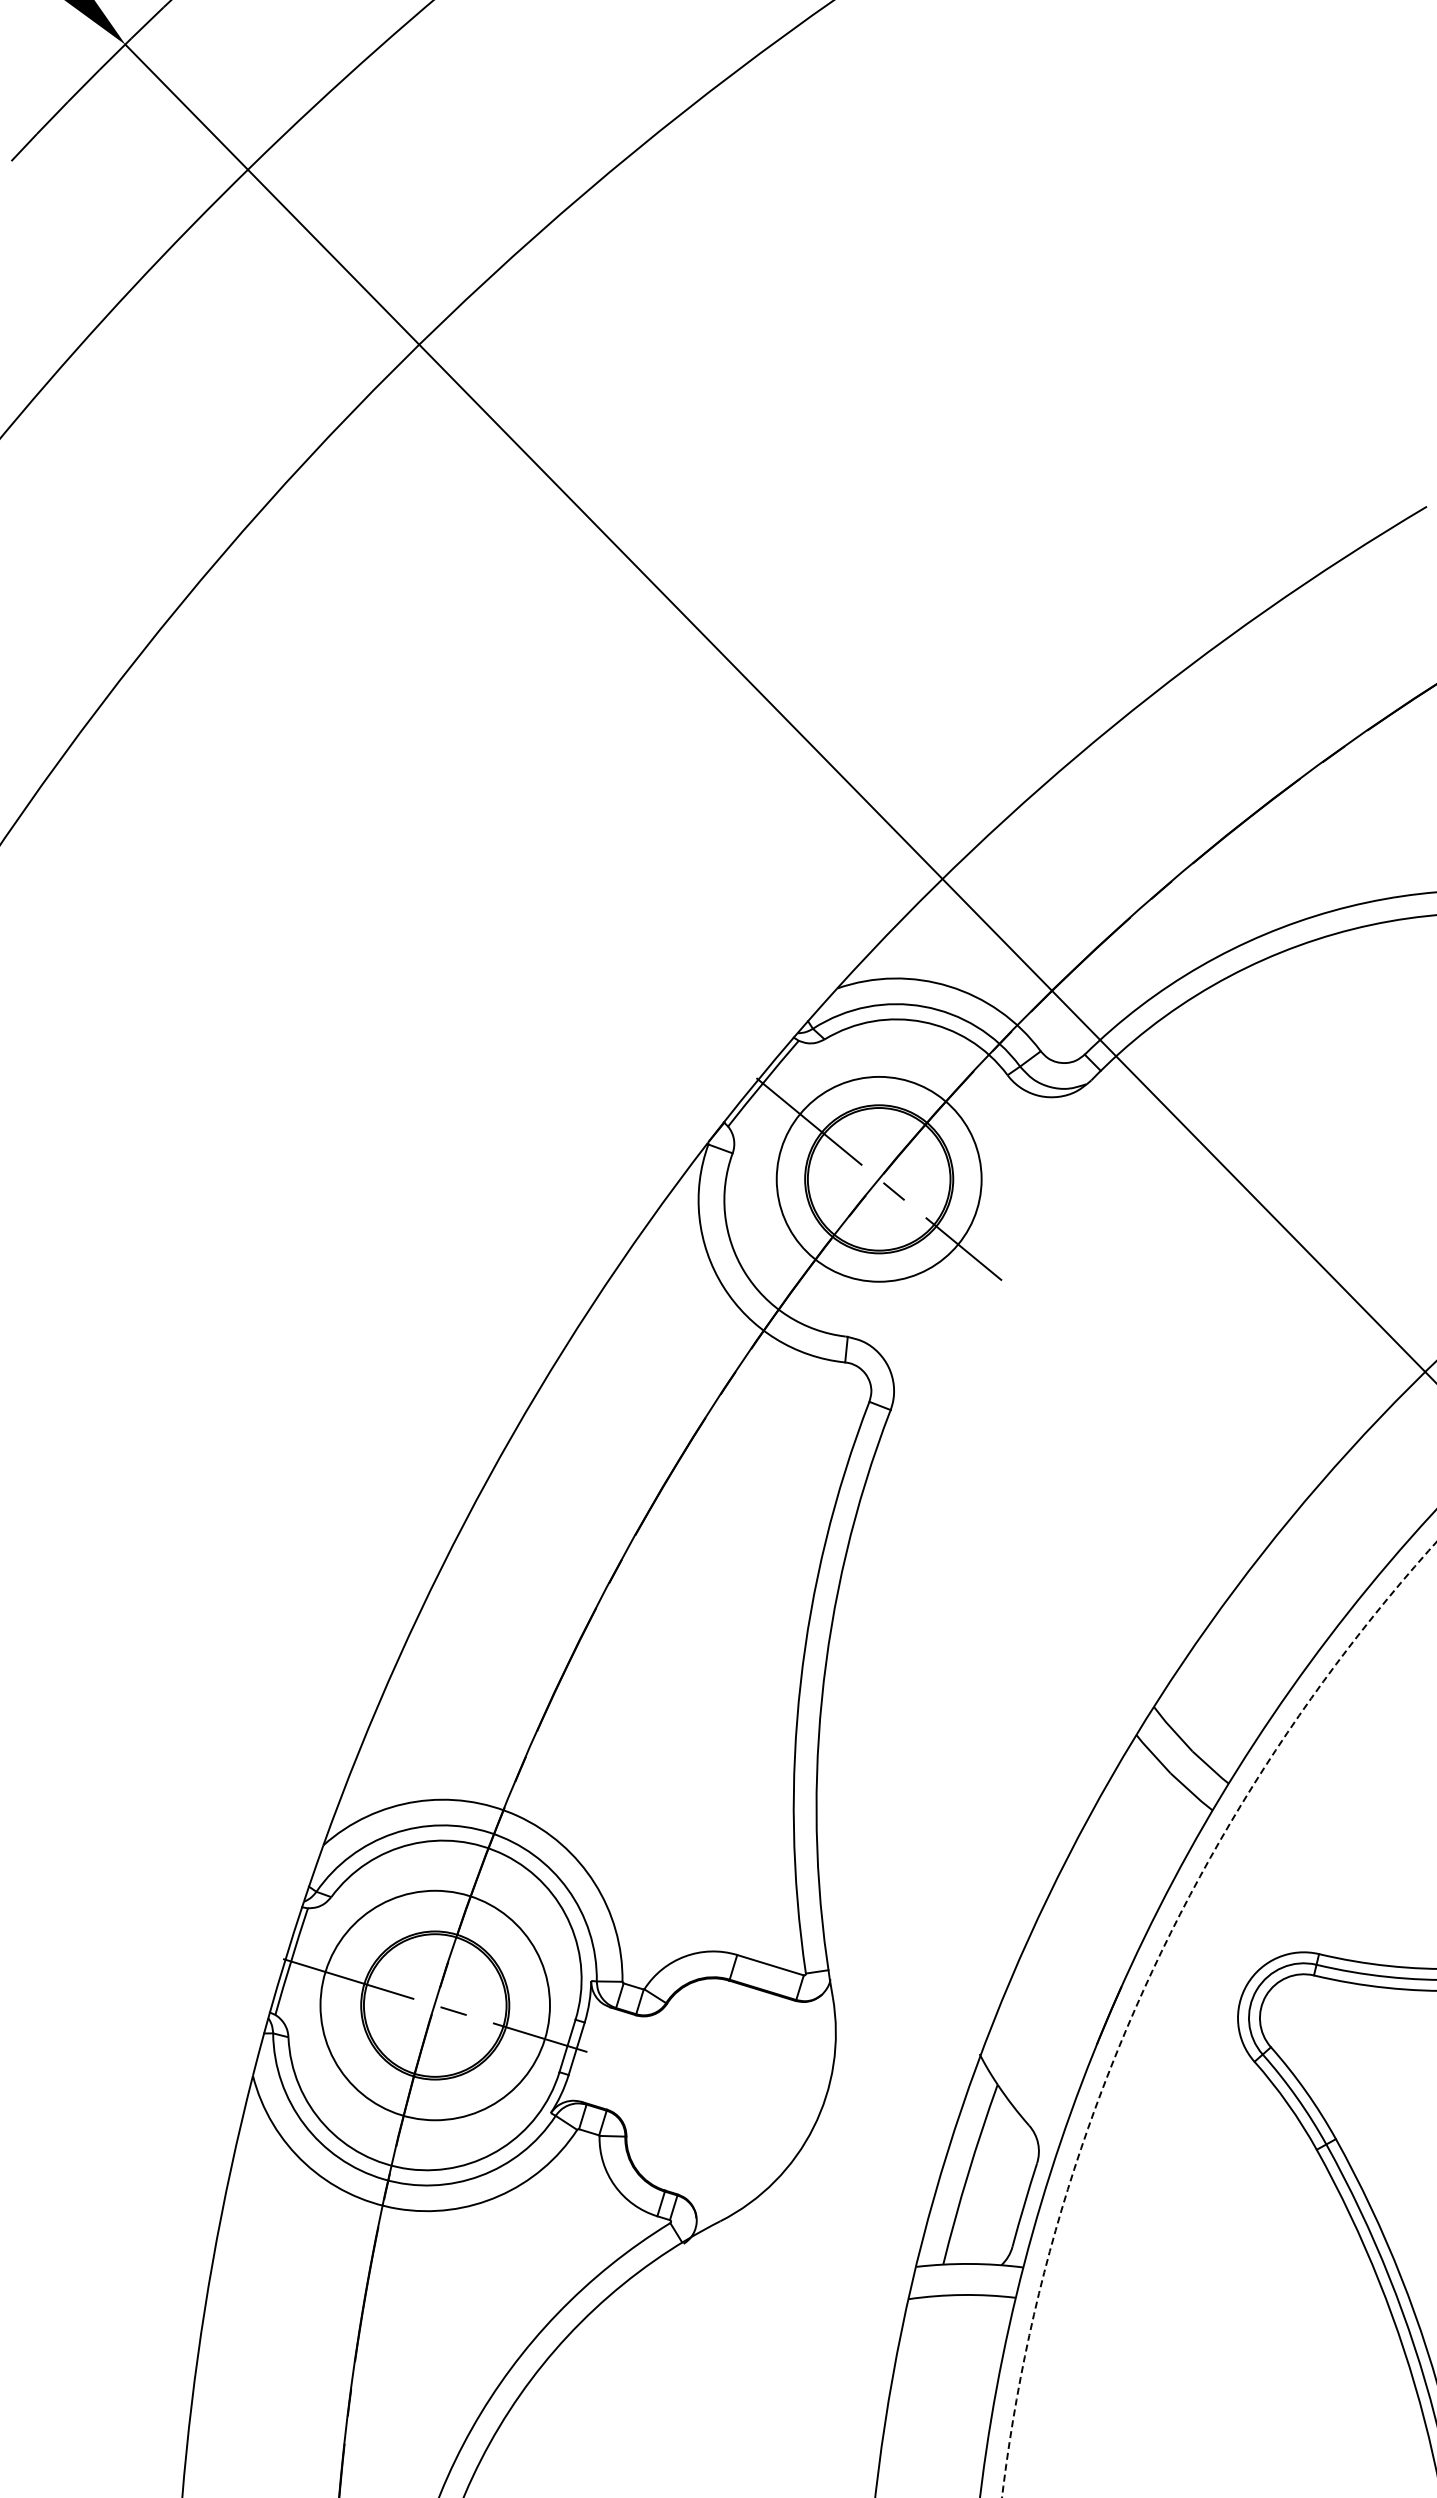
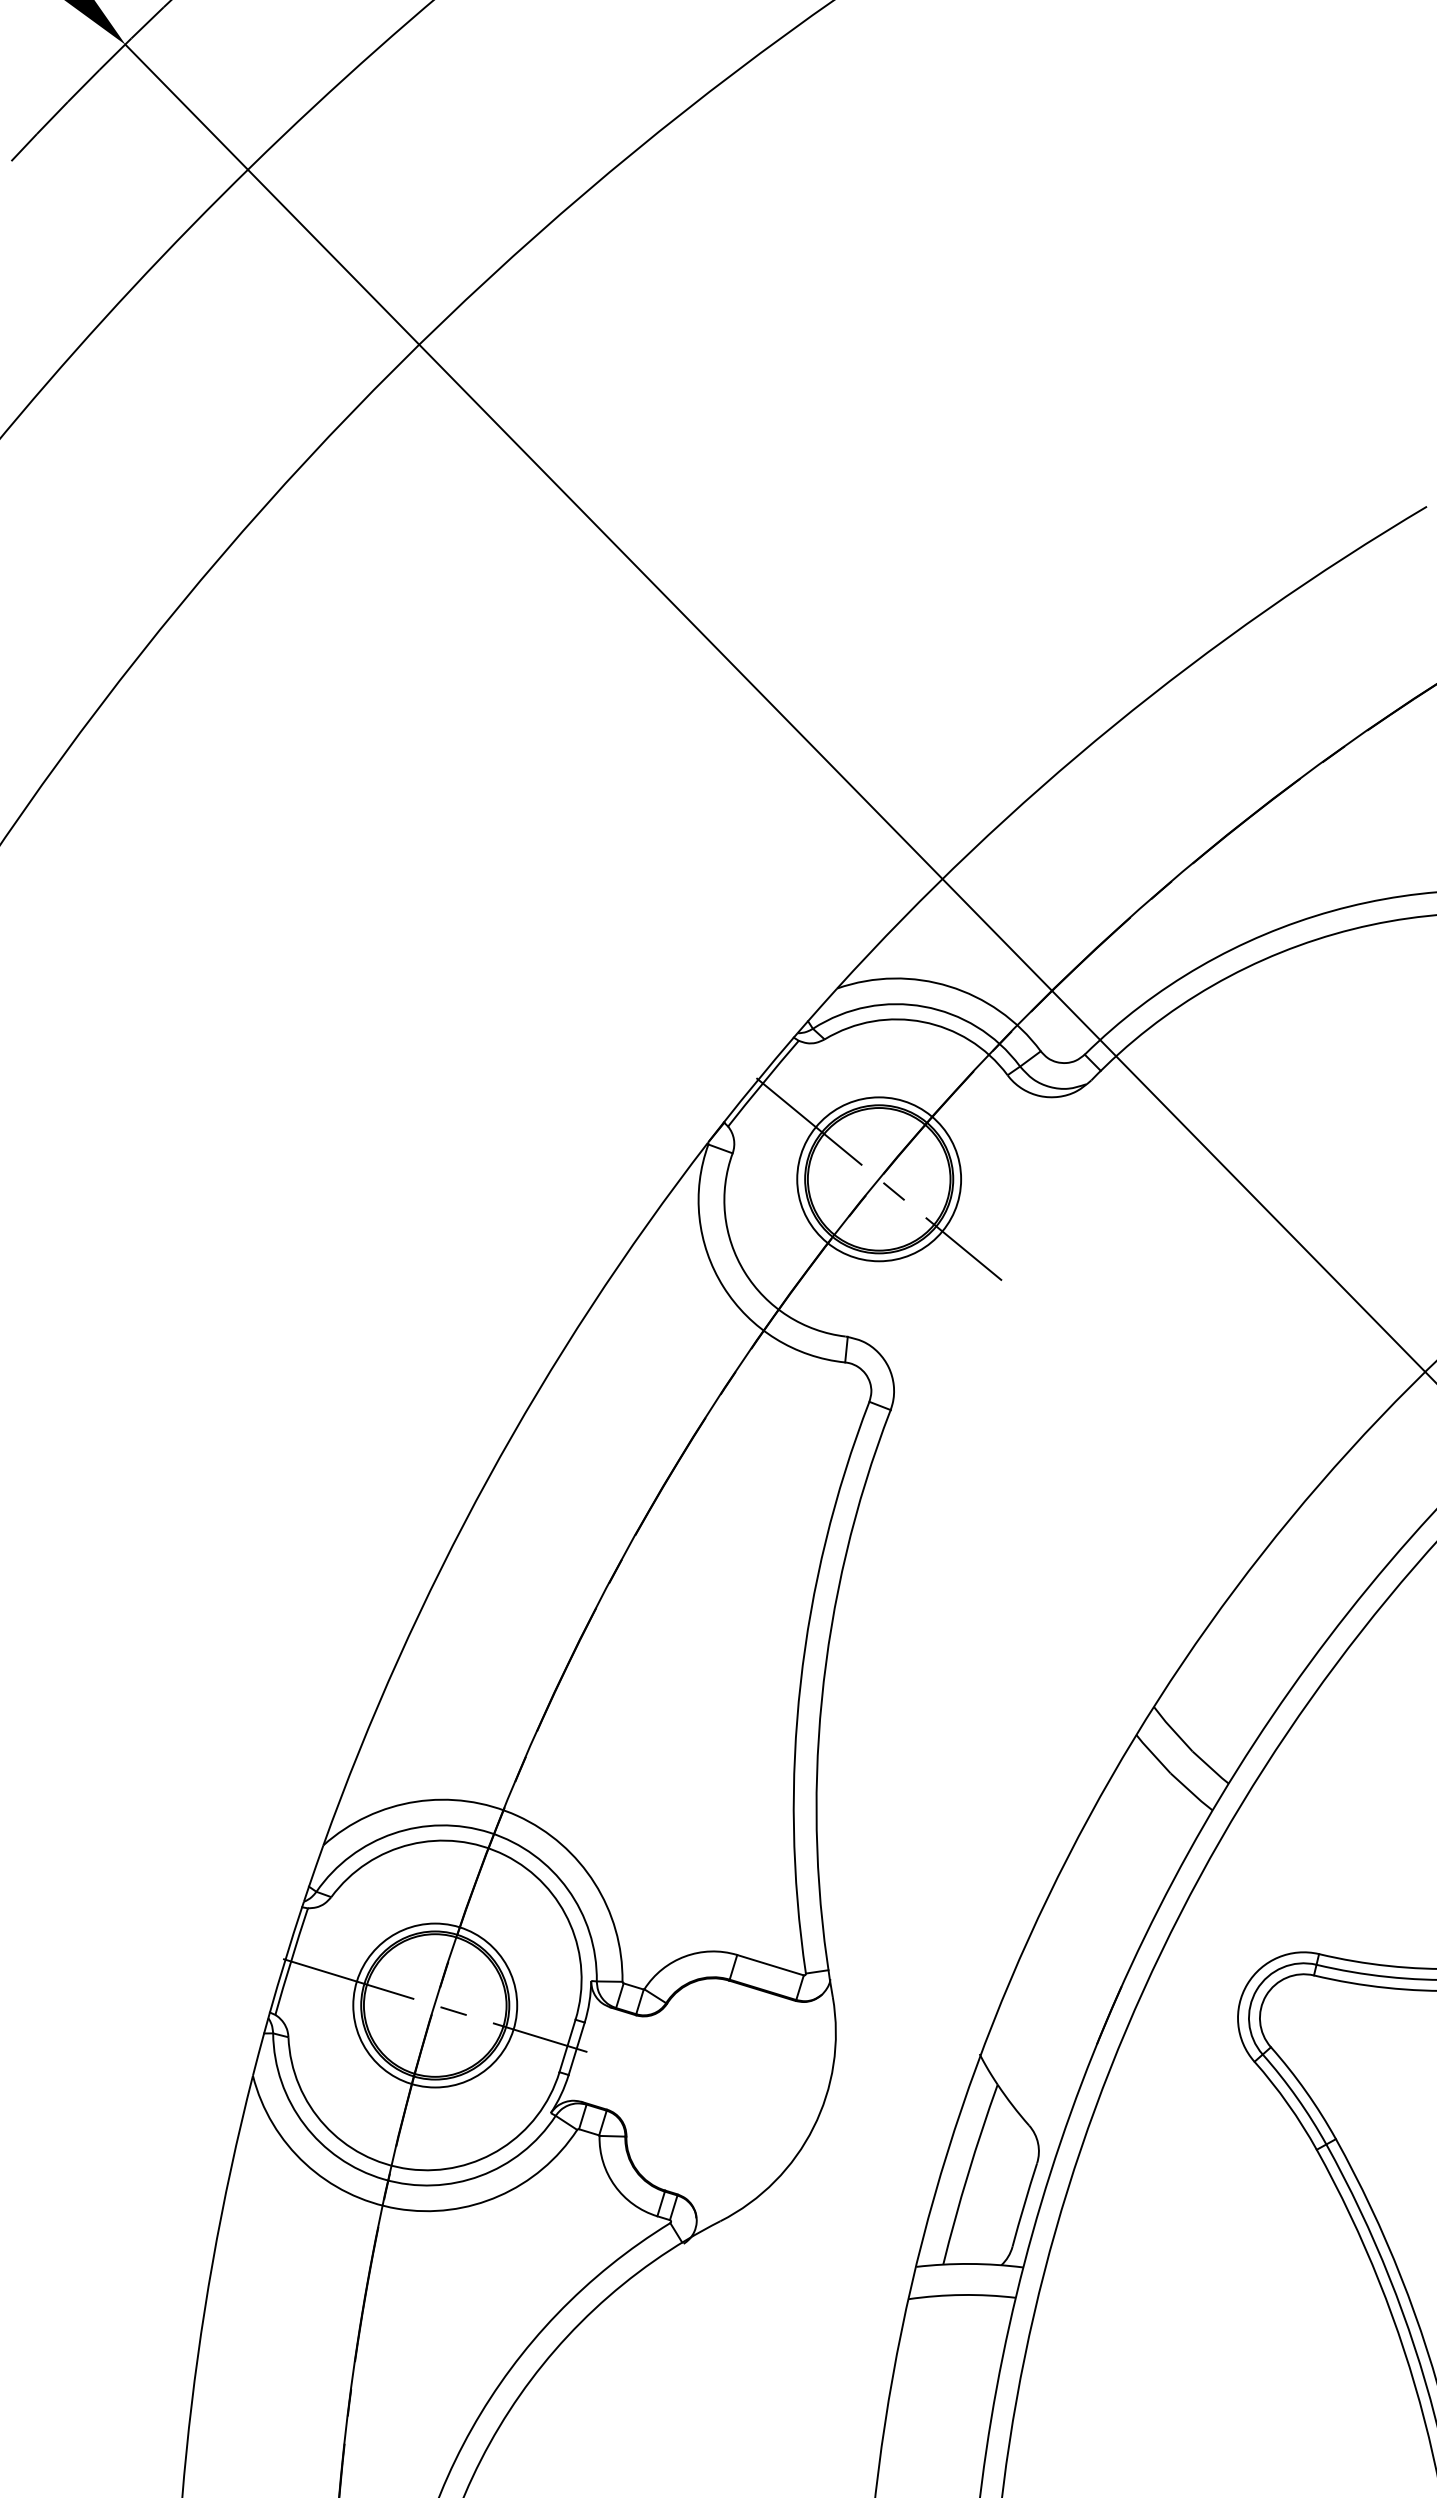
circle at (878, 1178) diameter: 205 px -> 164 px
circle at (435, 2005) diameter: 229 px -> 164 px
circle at (1219, 2019): dashed -> solid
